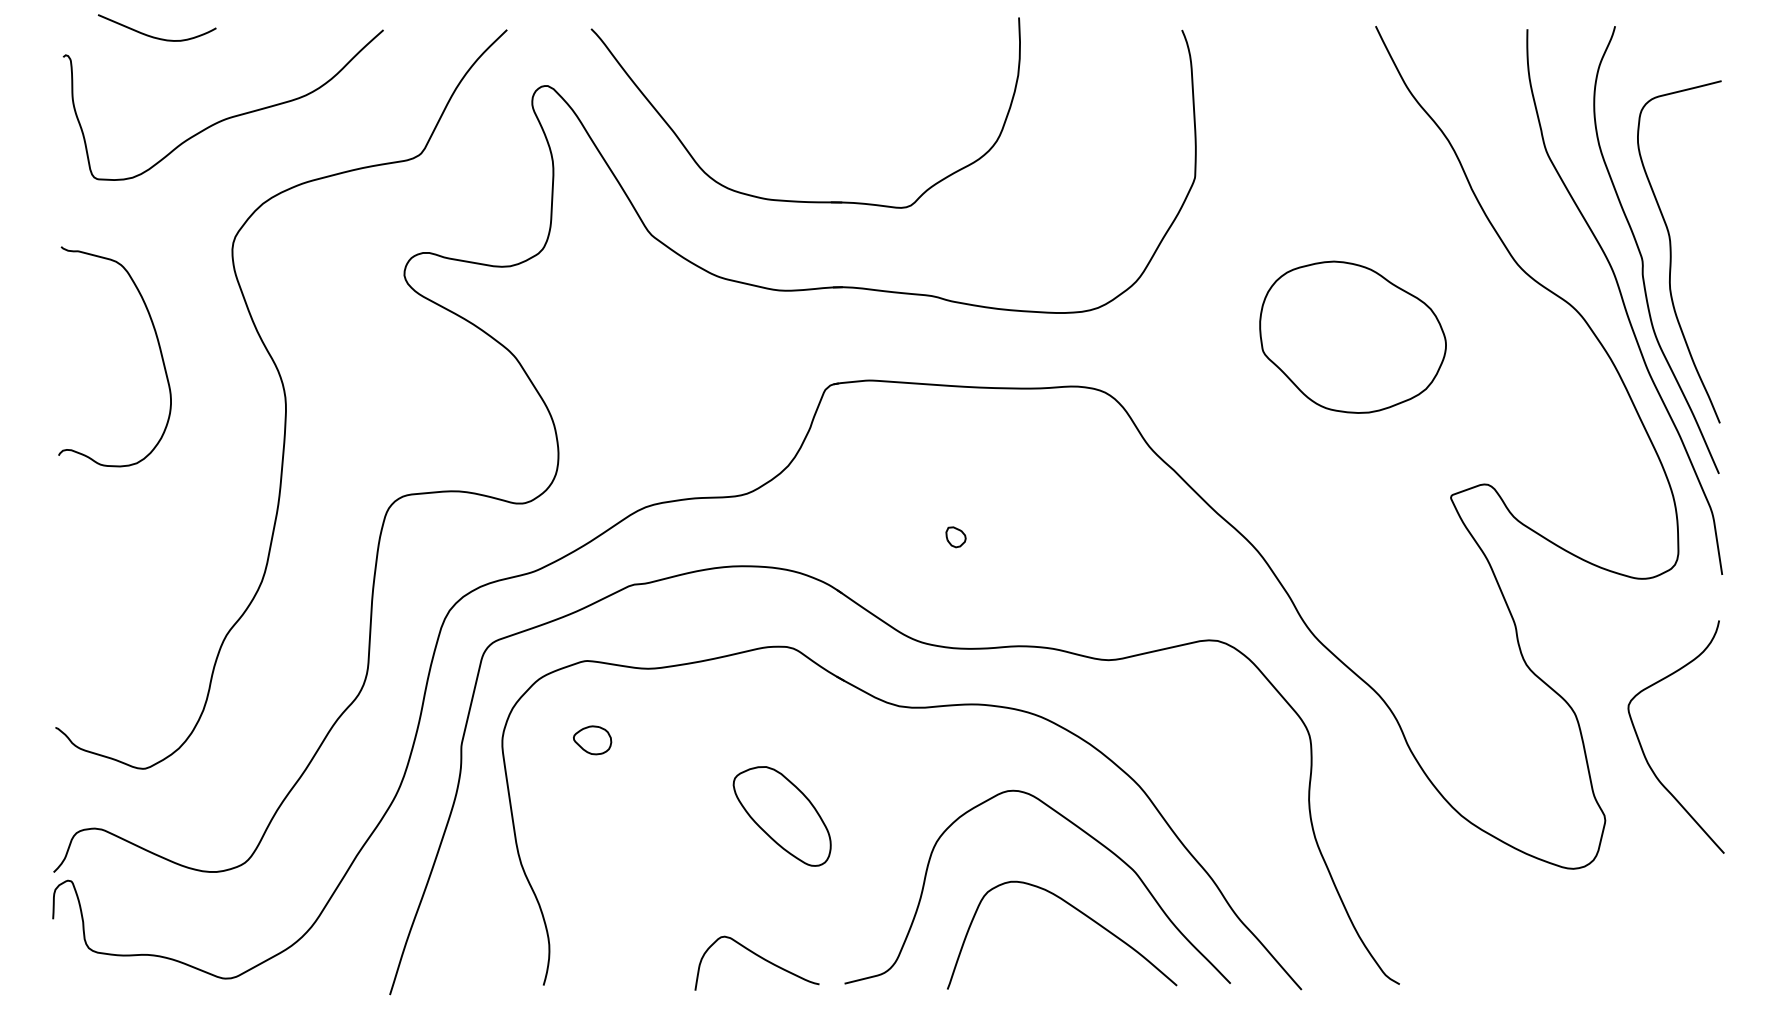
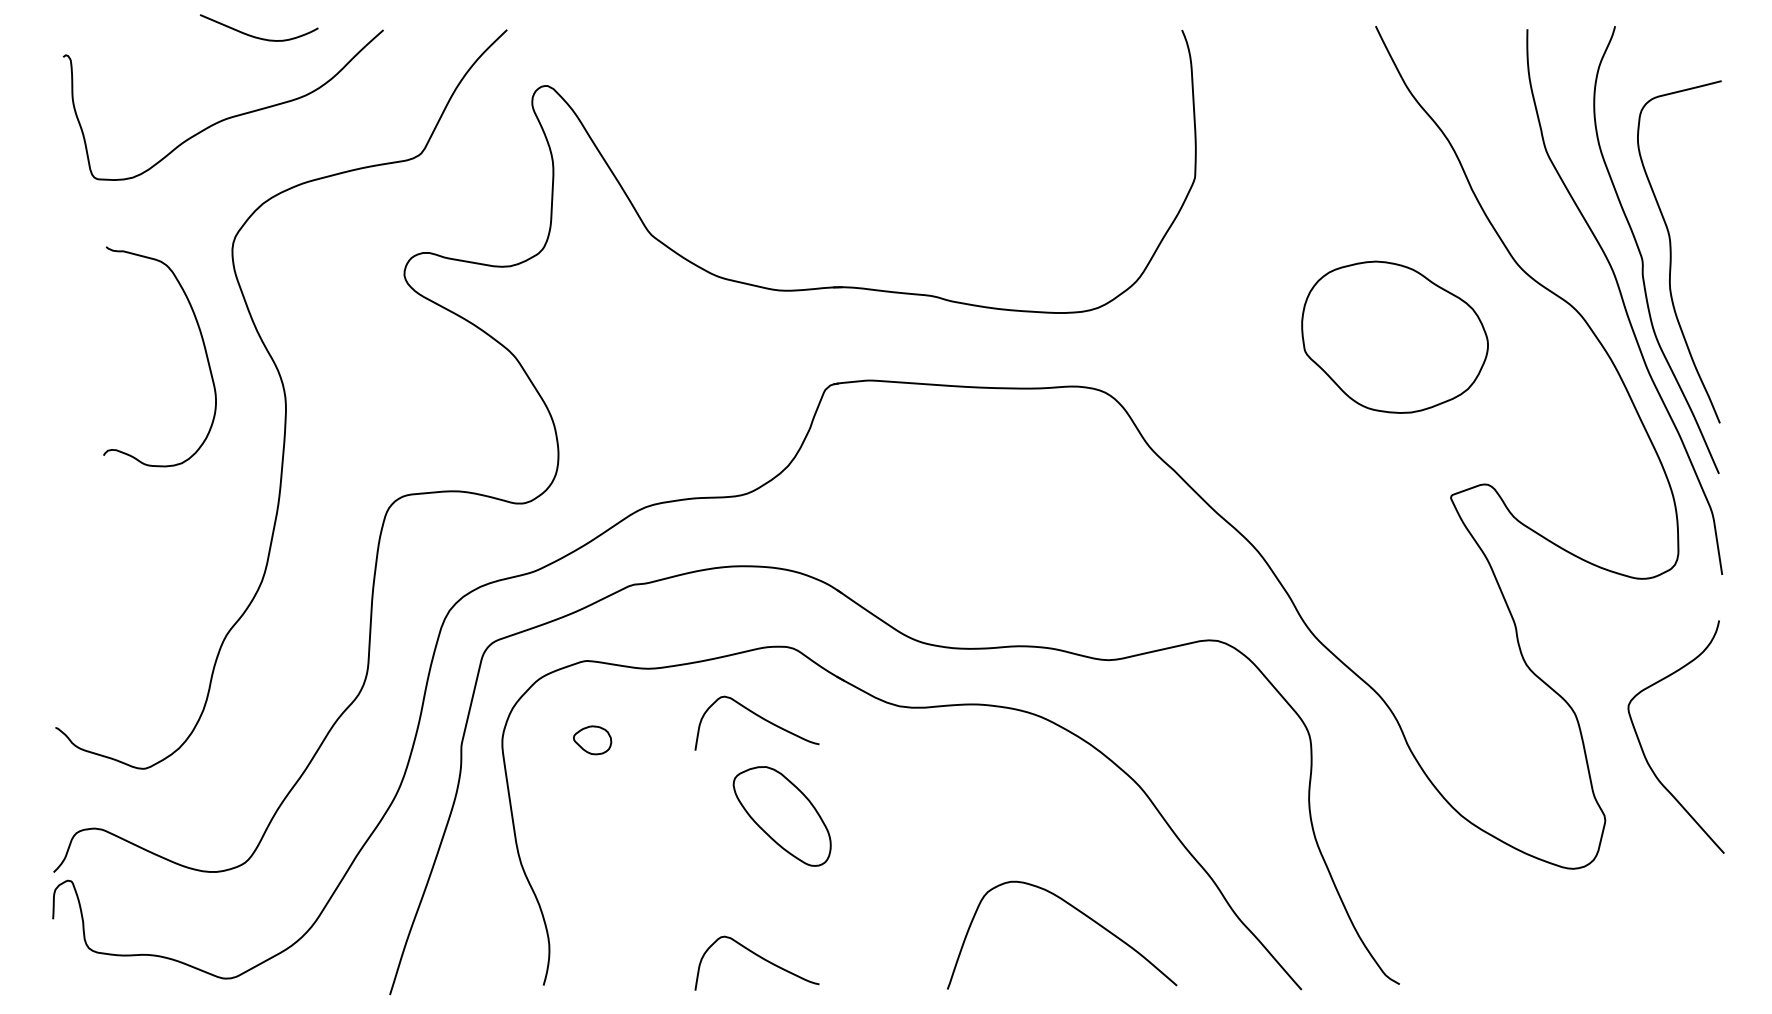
curve at (154, 36) position: (154, 36) -> (256, 36)
part at (800, 200): present -> none
part at (1352, 336) position: (1352, 336) -> (1394, 336)
curve at (158, 346) position: (158, 346) -> (203, 346)
part at (955, 537): present -> none
curve at (760, 718): none -> present
curve at (1079, 829): present -> none
